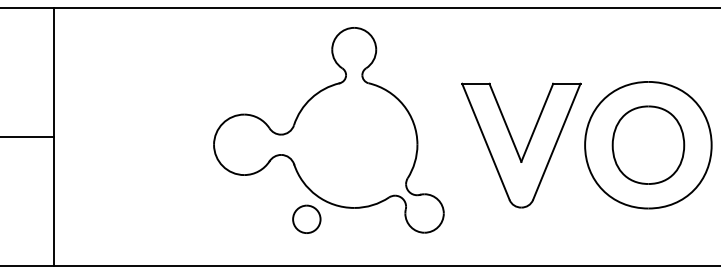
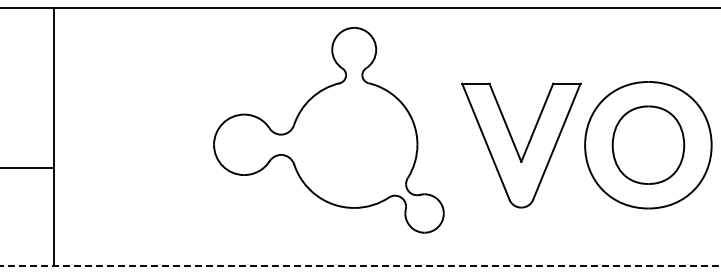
line at (27, 136) position: (27, 136) -> (27, 167)
part at (306, 218): present -> none
line at (360, 265): solid -> dashed
